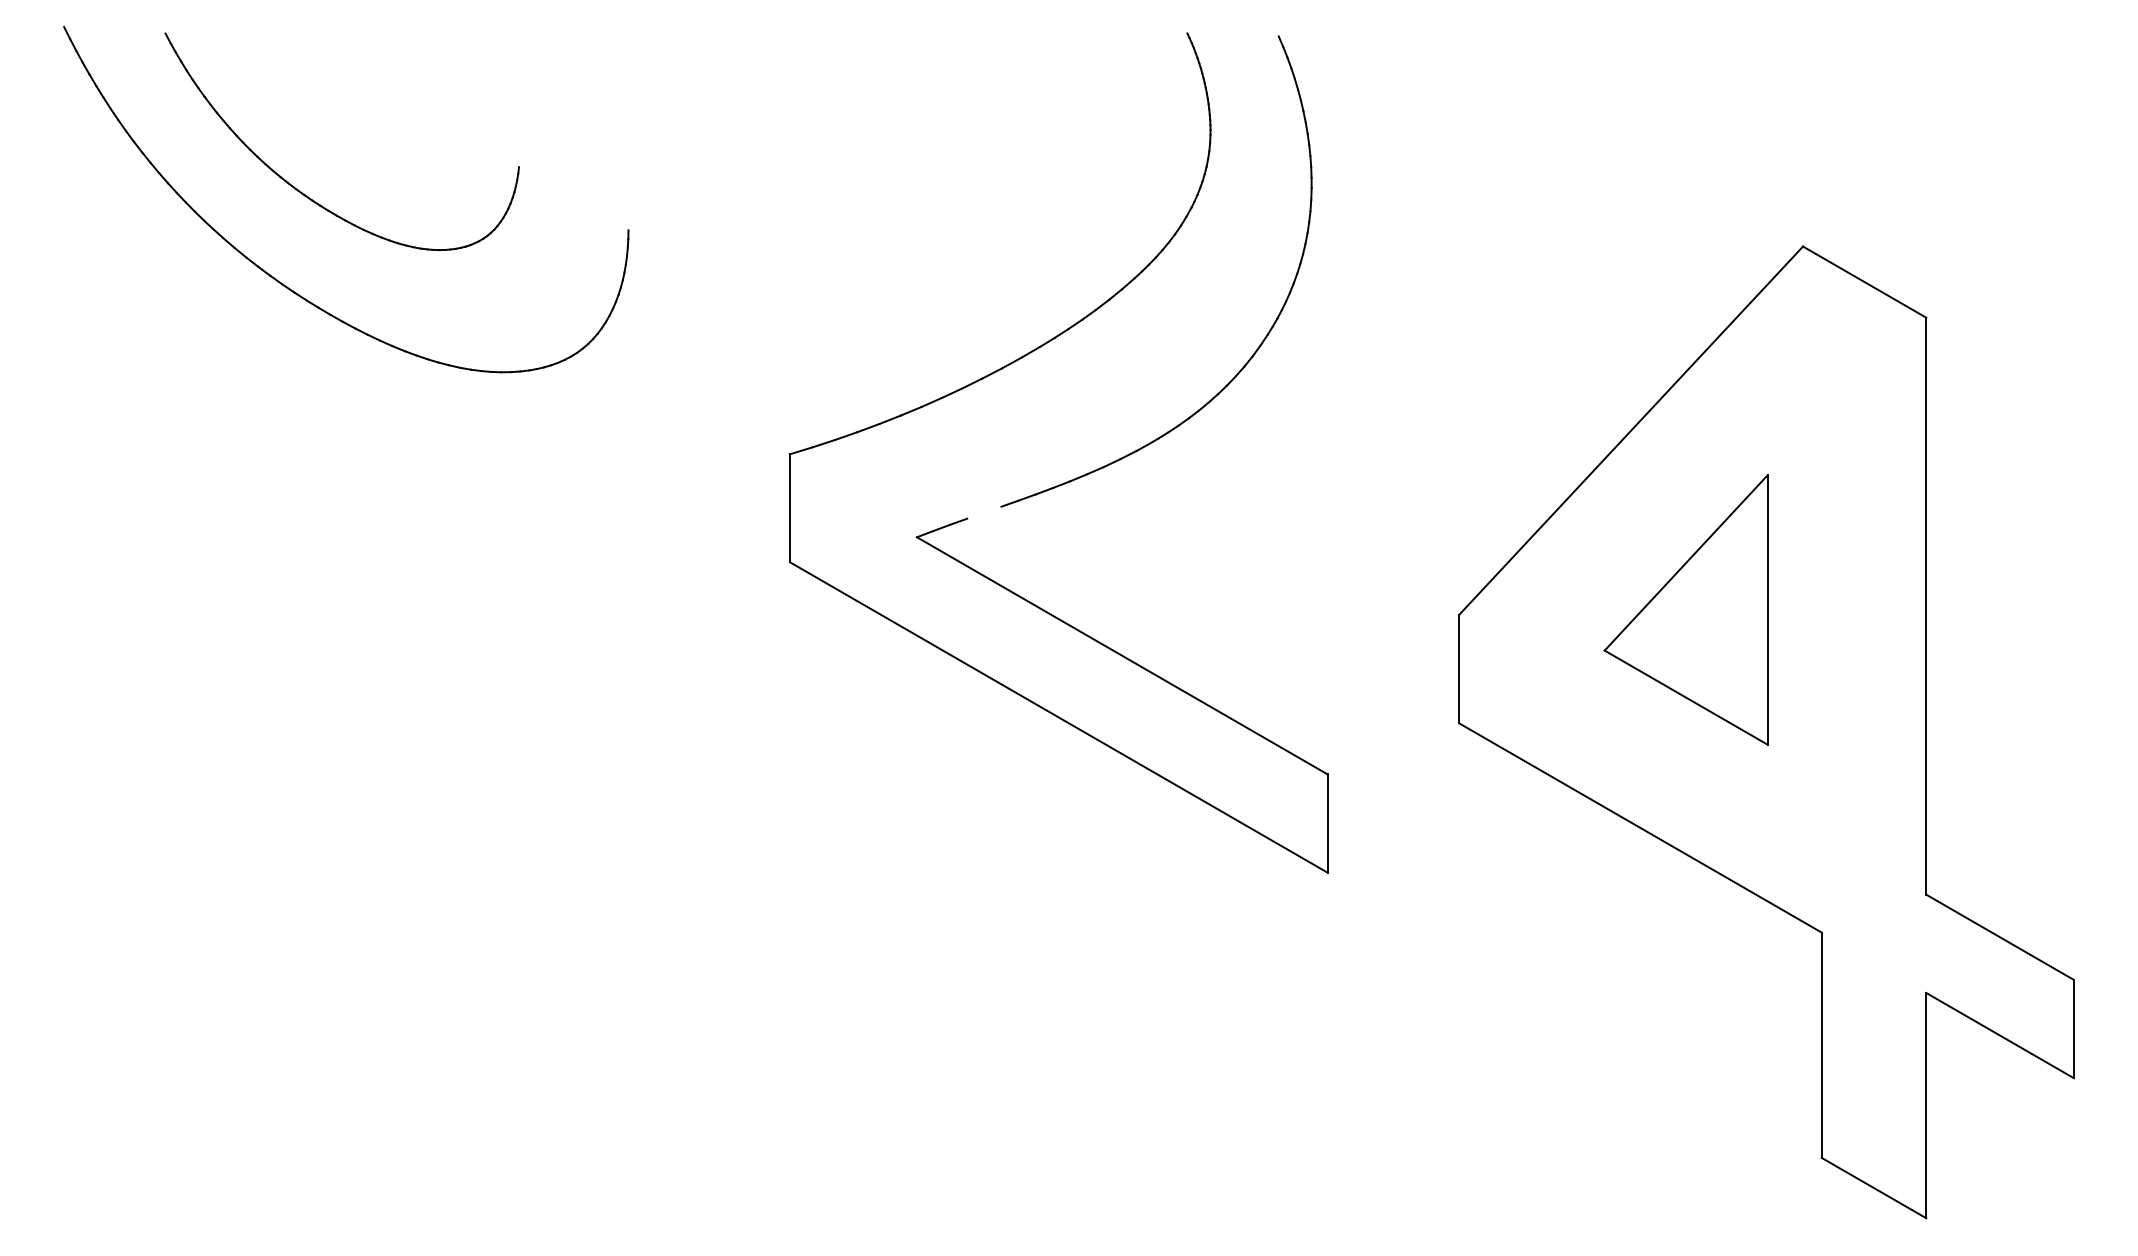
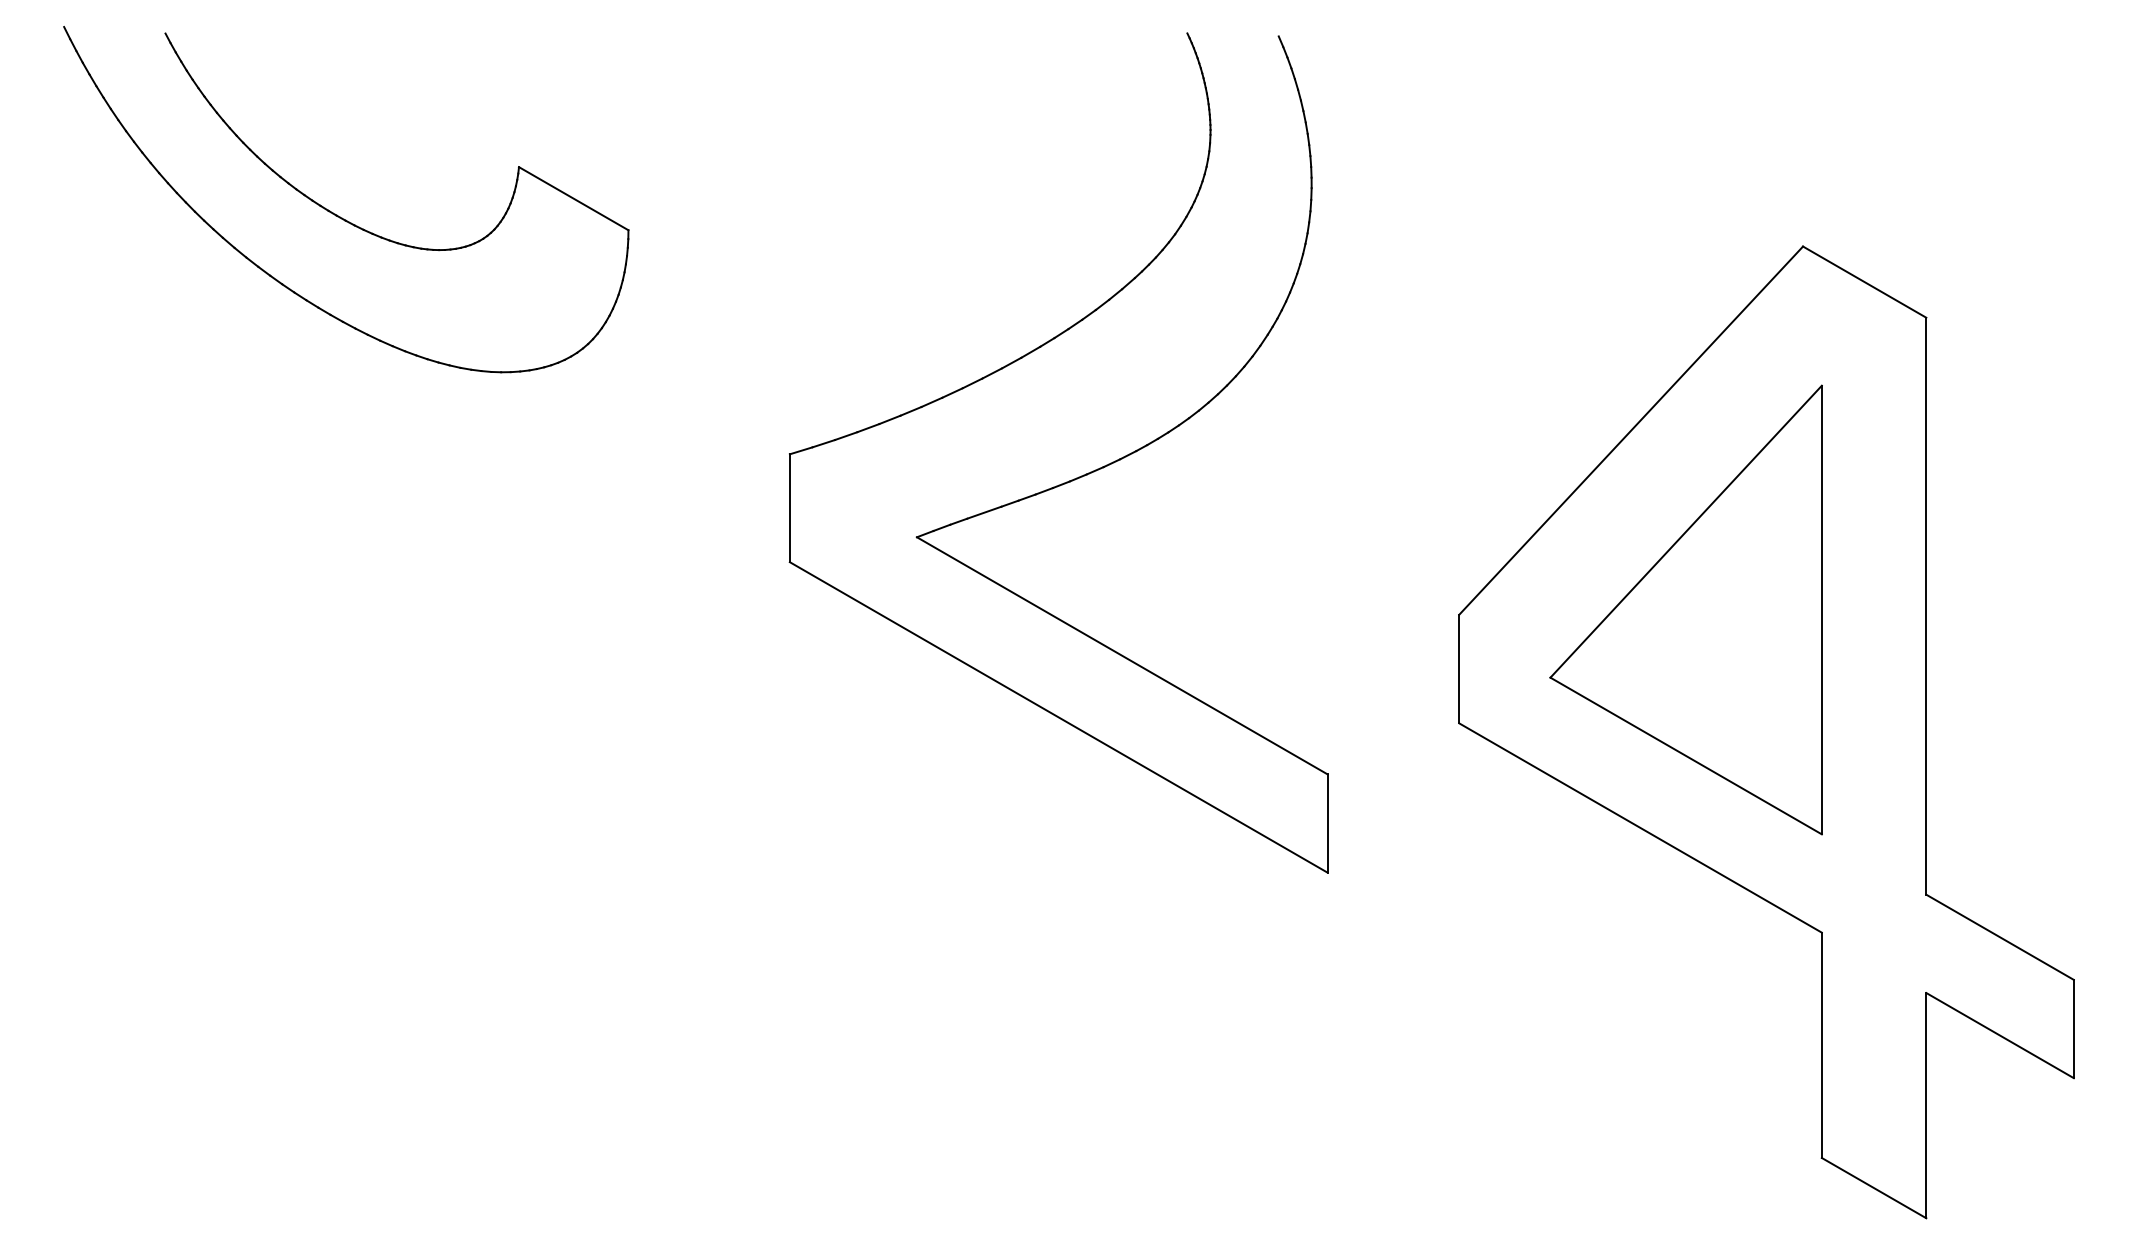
line at (573, 198): none -> present
line at (984, 512): none -> present
part at (1685, 609) size: 166x272 px -> 274x452 px
